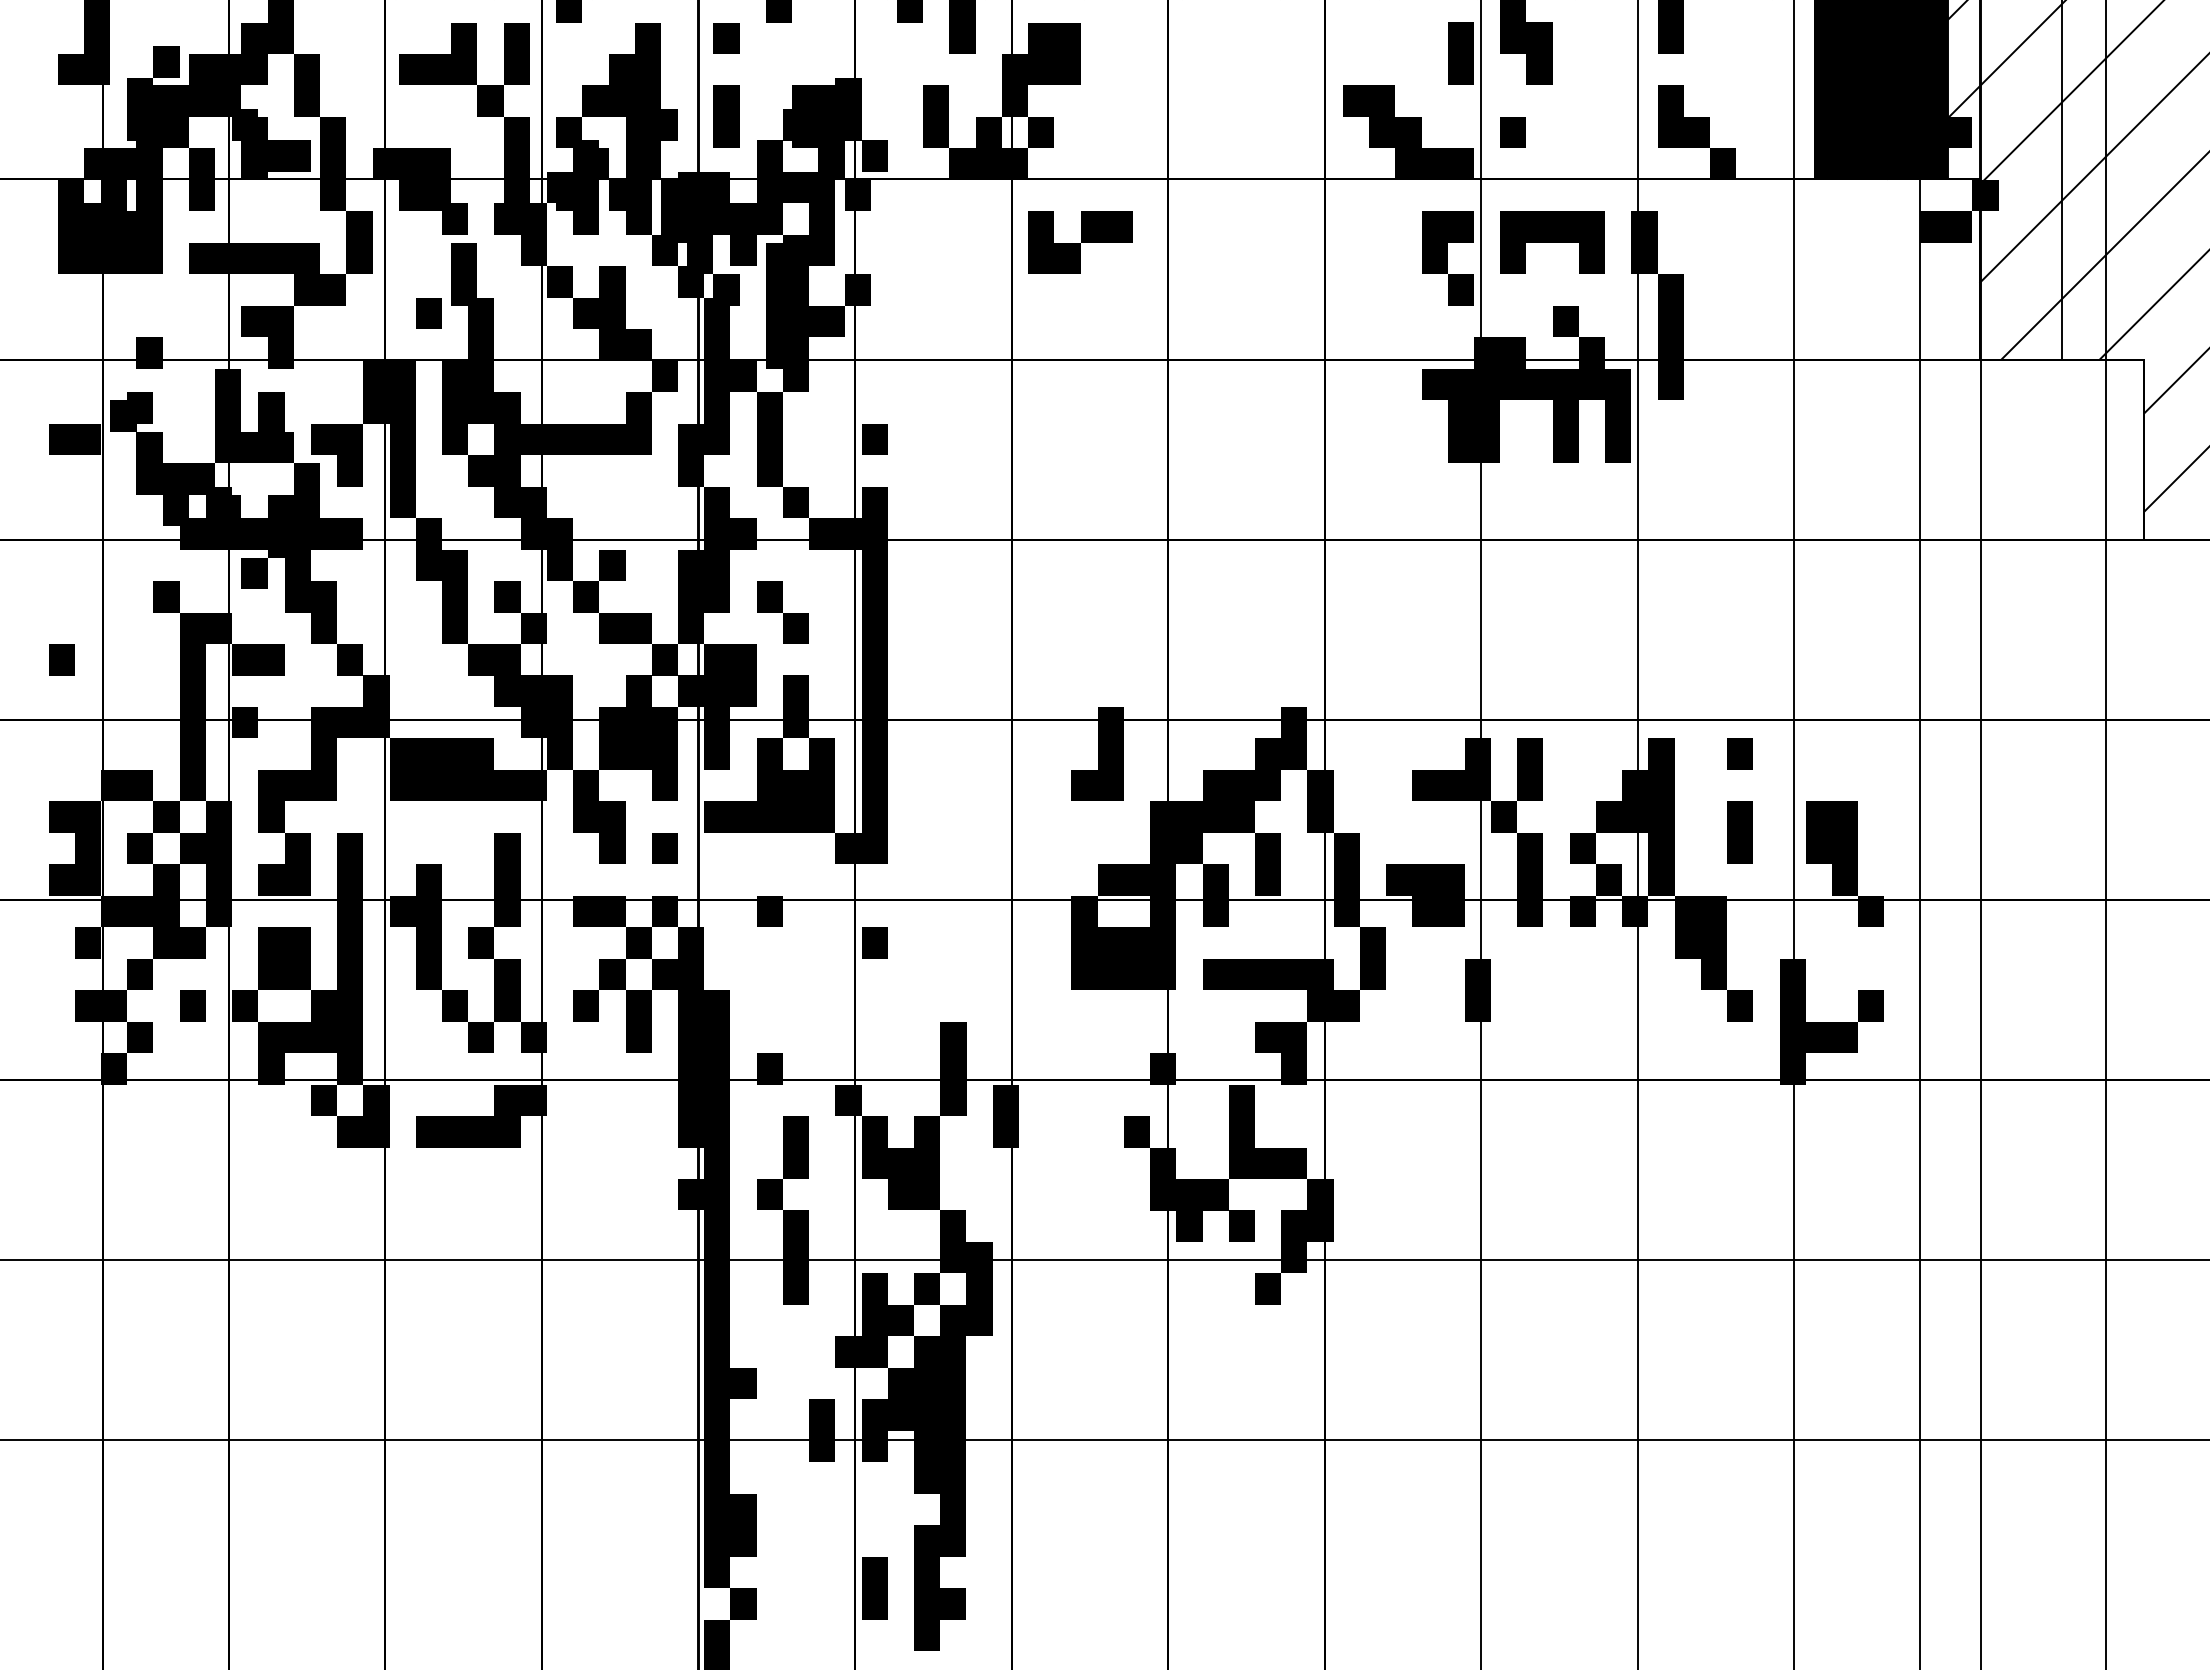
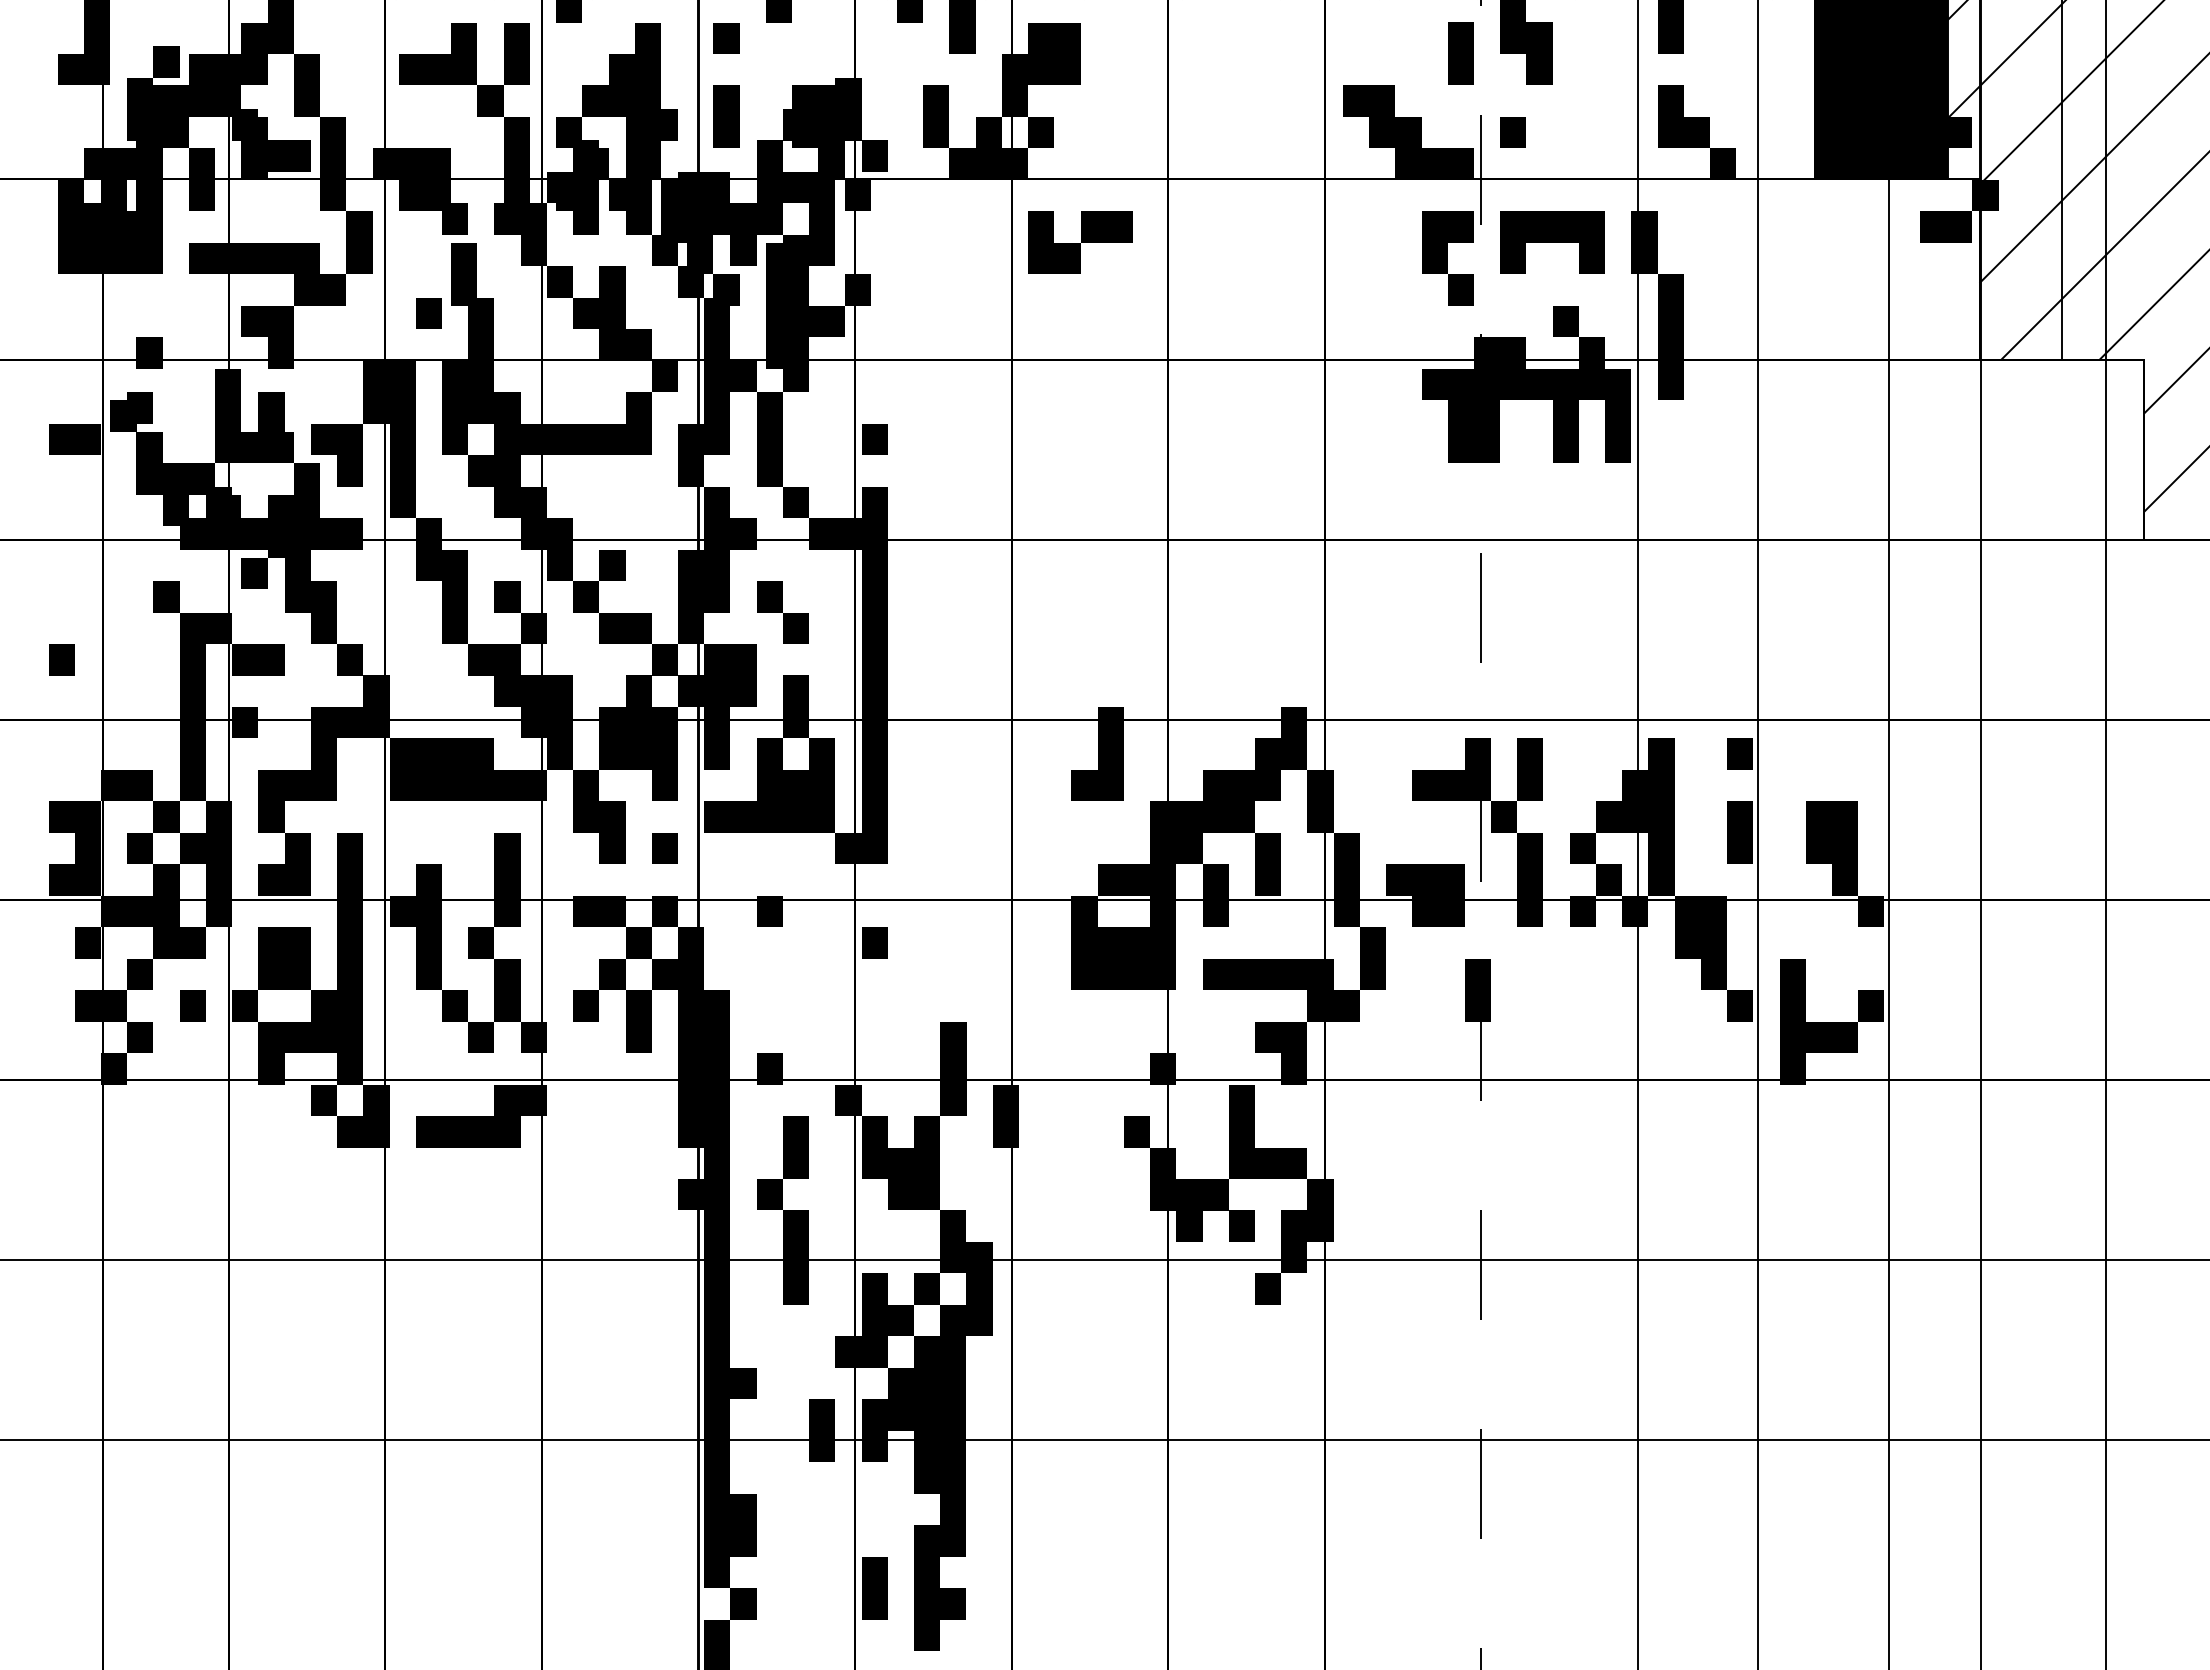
line at (1794, 834) position: (1794, 834) -> (1758, 834)
line at (1920, 834) position: (1920, 834) -> (1889, 834)
line at (1481, 835): solid -> dashed
